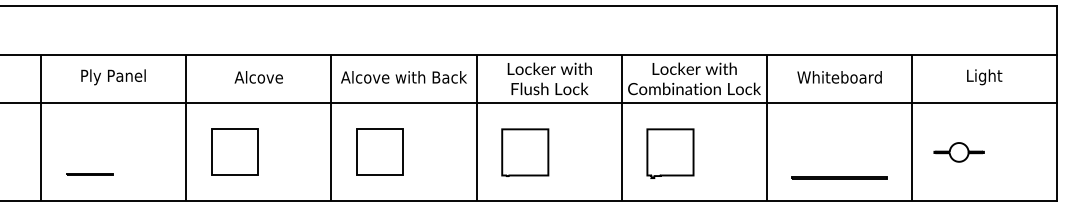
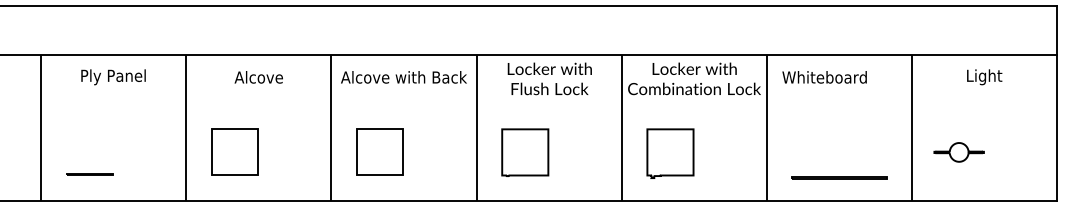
text at (839, 77) position: (839, 77) -> (824, 77)
line at (529, 103): present -> none
